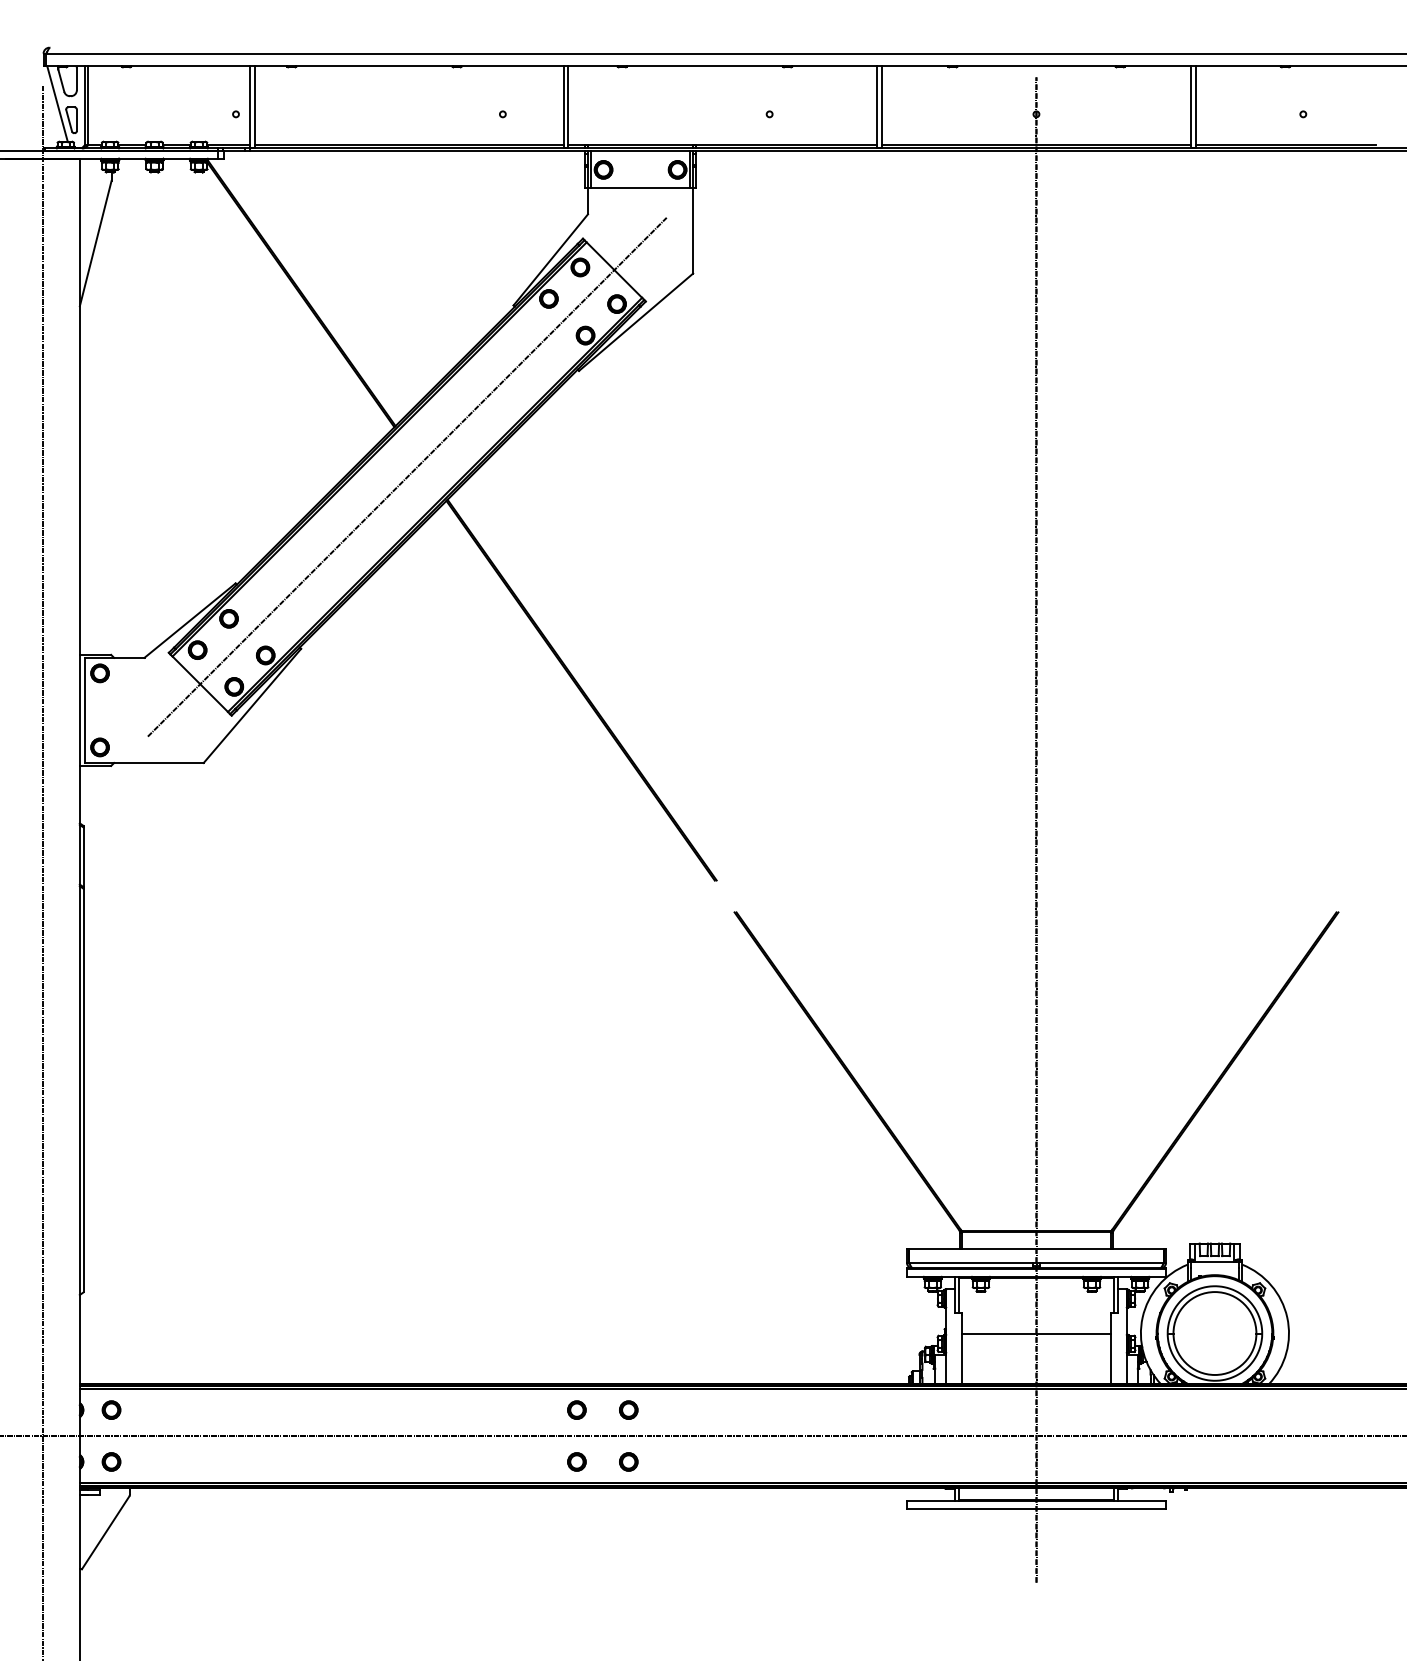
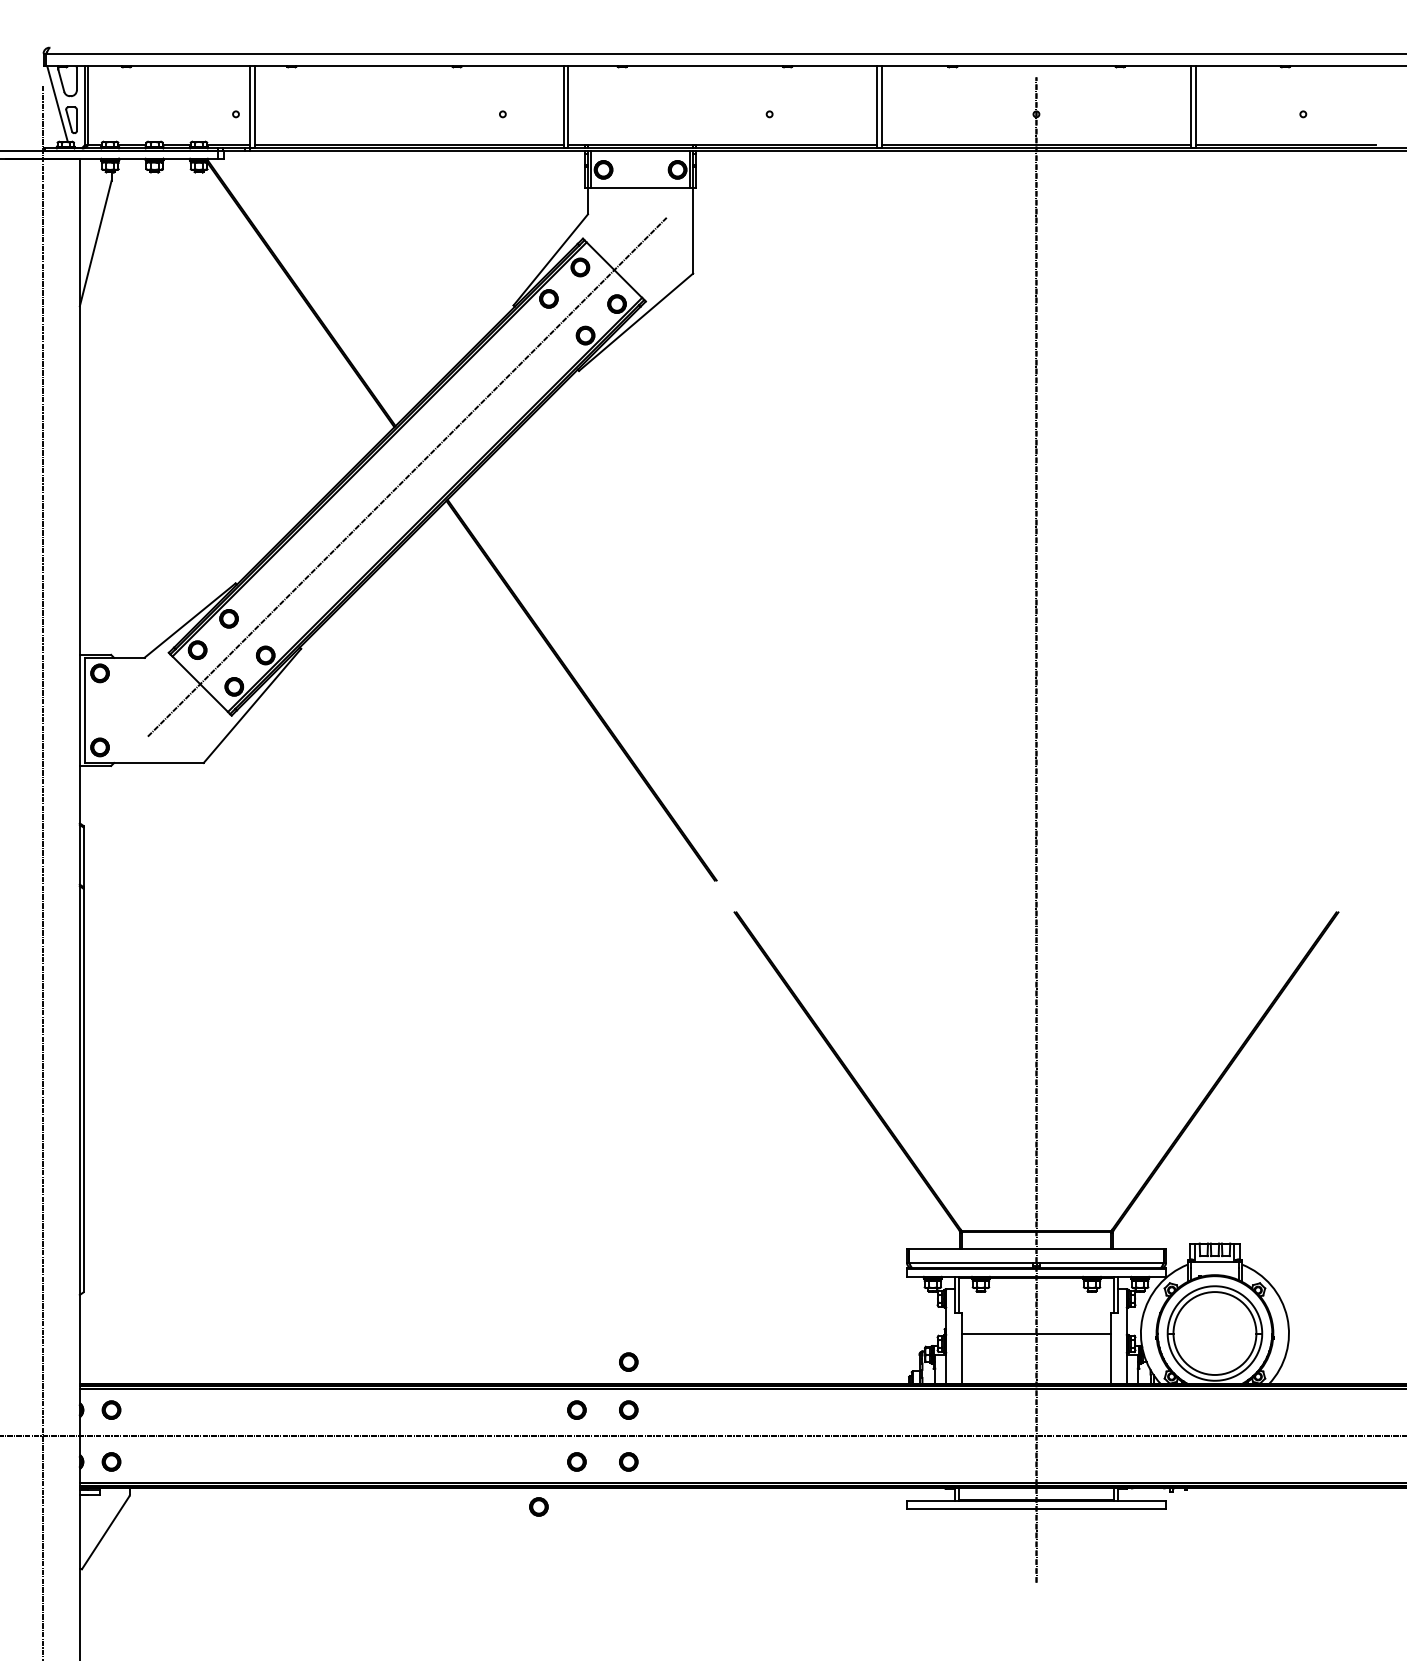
part at (628, 1361): none -> present
part at (538, 1506): none -> present
